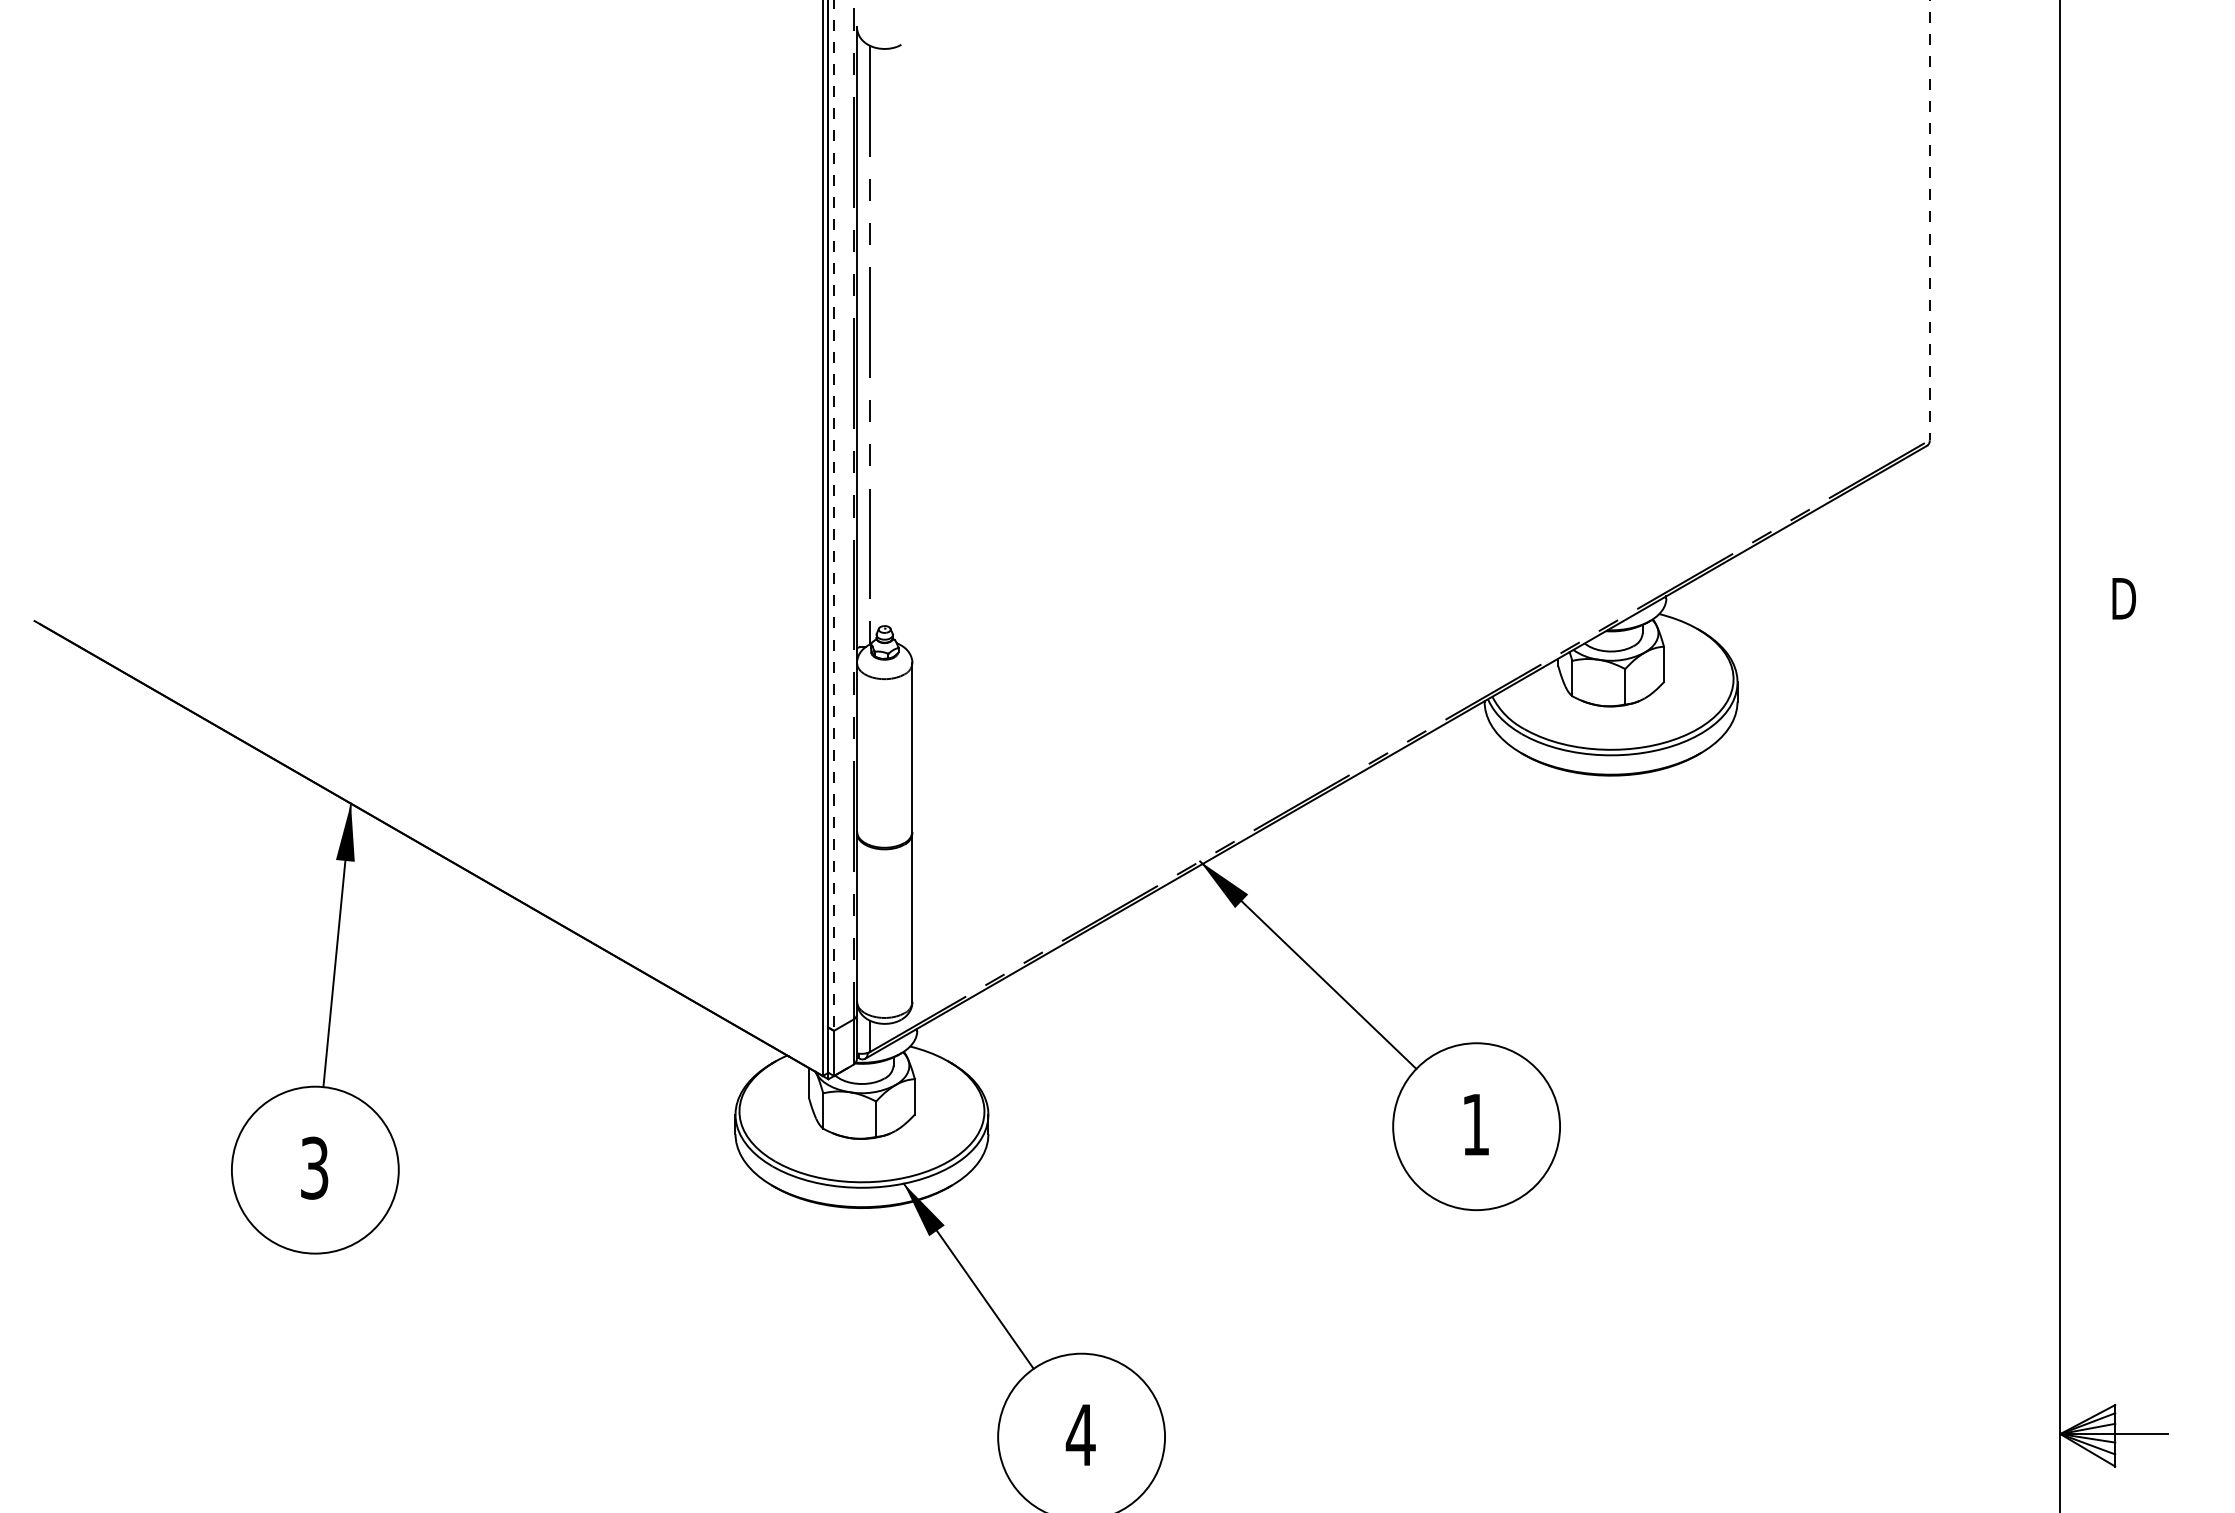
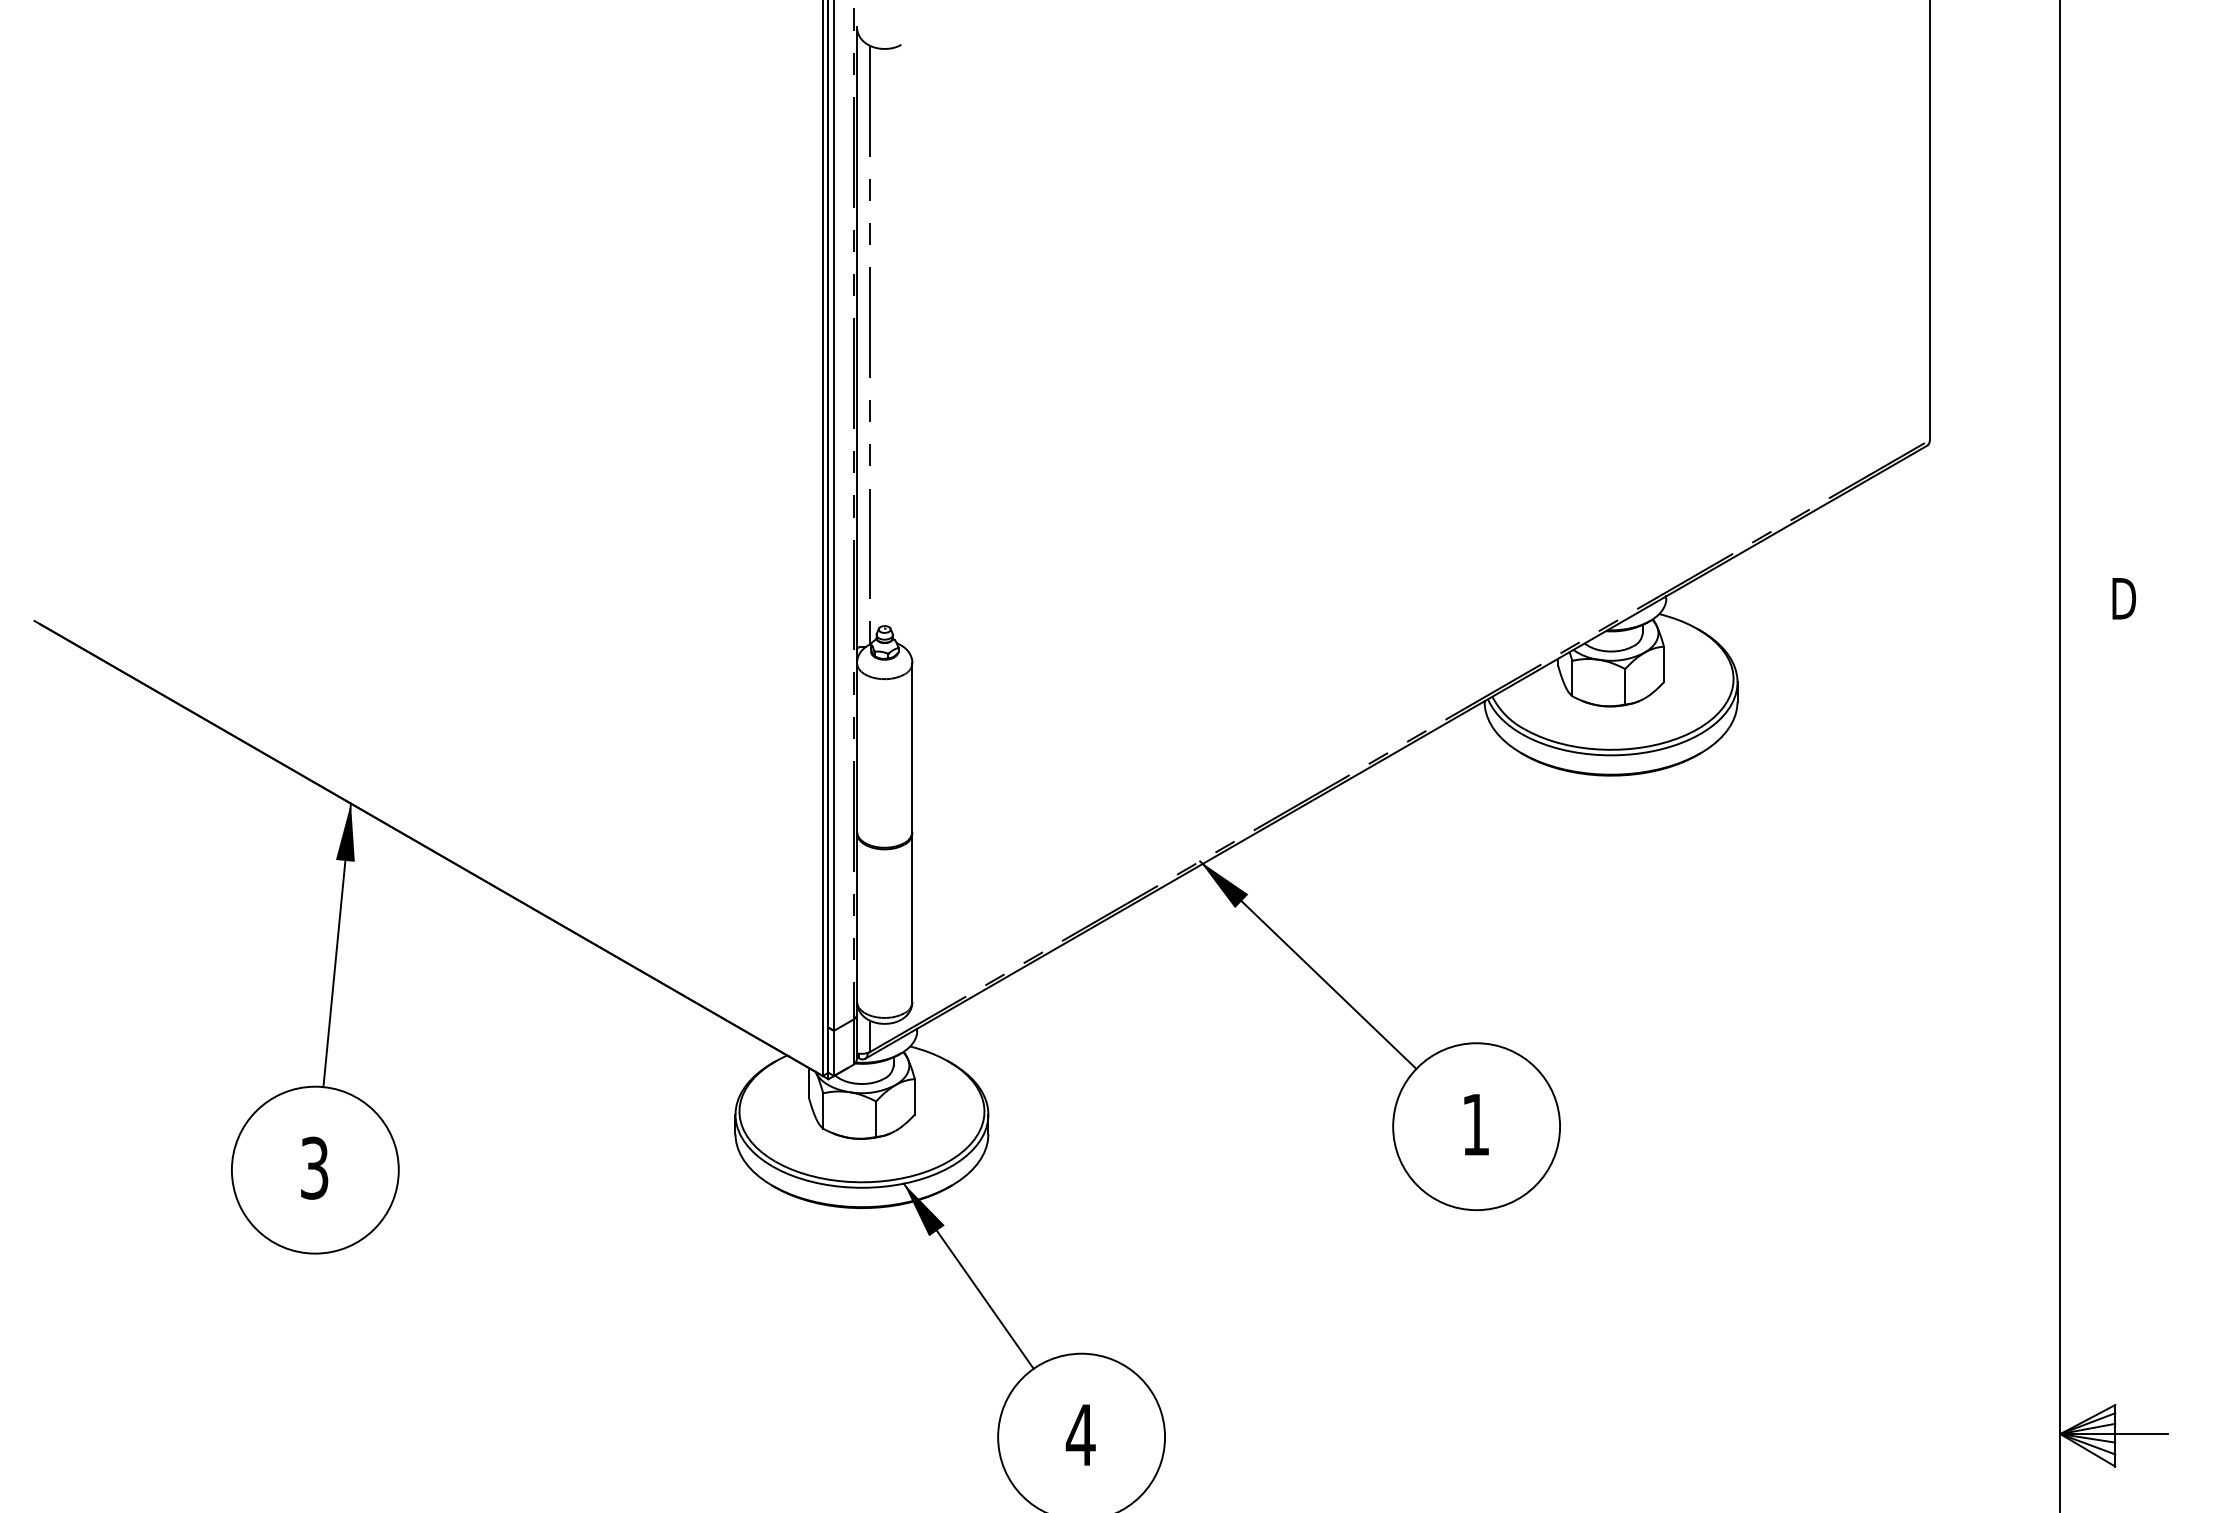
line at (1929, 220): dashed -> solid
line at (834, 516): dashed -> solid
